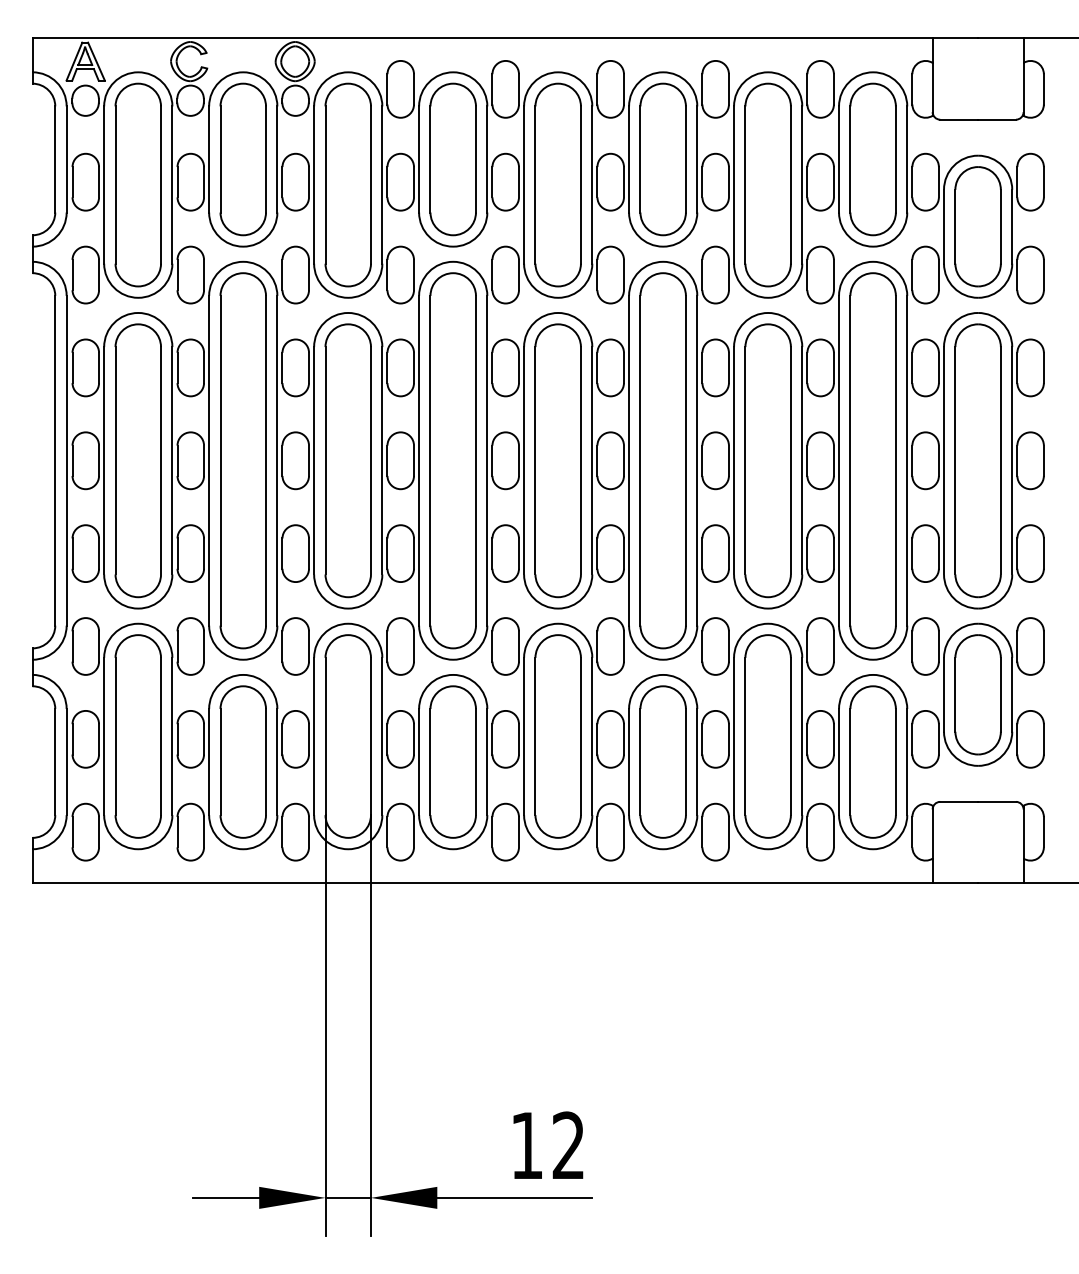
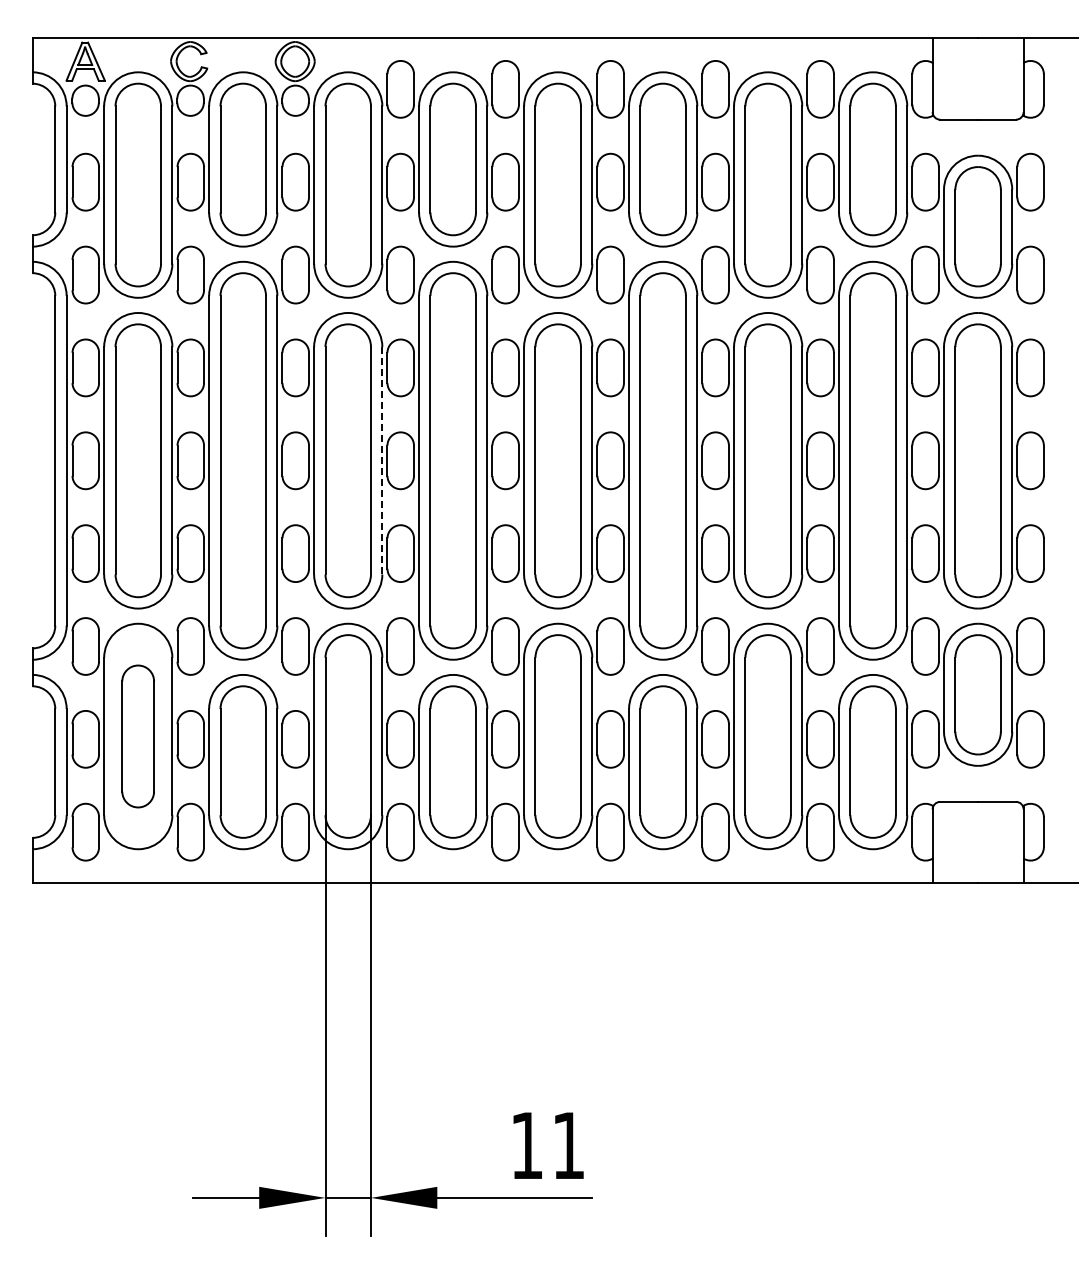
line at (382, 460): solid -> dashed
part at (137, 736) size: 48x205 px -> 34x145 px
text at (567, 1144): 12 -> 11
